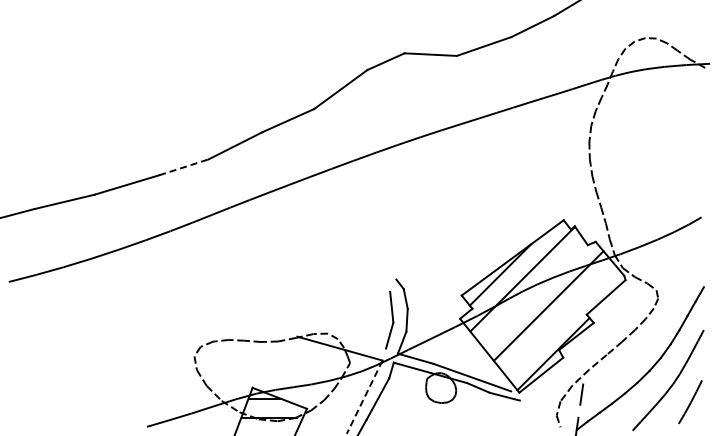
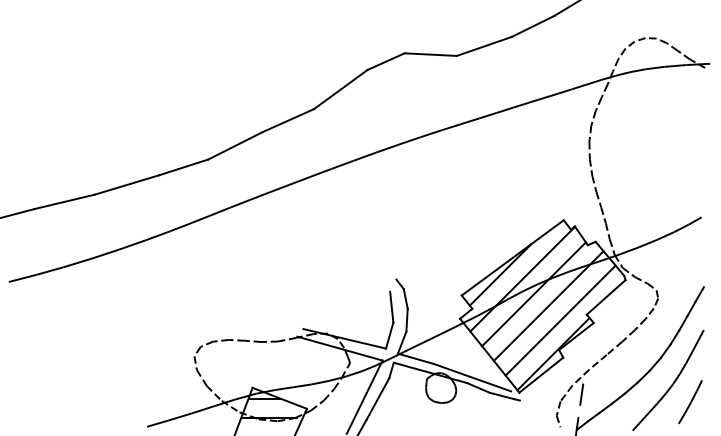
line at (183, 167): dashed -> solid
line at (533, 294): none -> present
line at (560, 320): none -> present
line at (344, 338): none -> present
line at (364, 397): dashed -> solid
